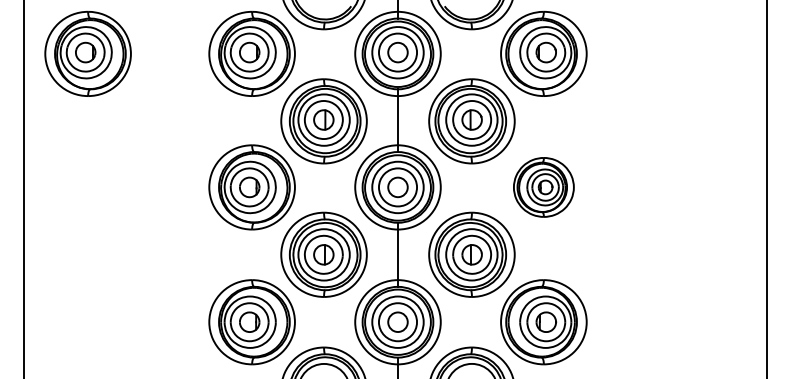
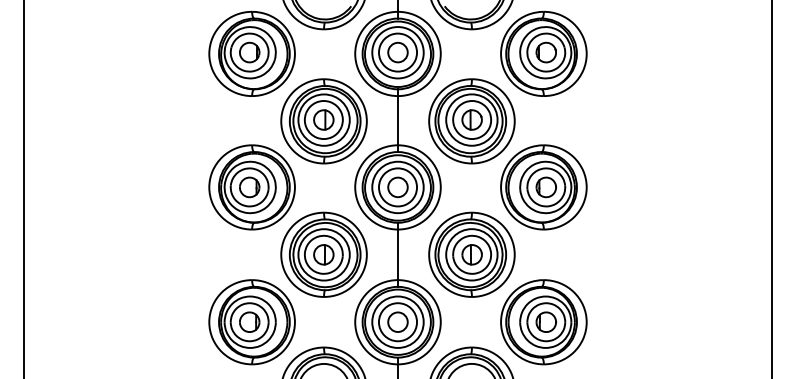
part at (87, 53): present -> none
part at (543, 187) size: 62x61 px -> 88x87 px
line at (767, 188) position: (767, 188) -> (772, 188)
